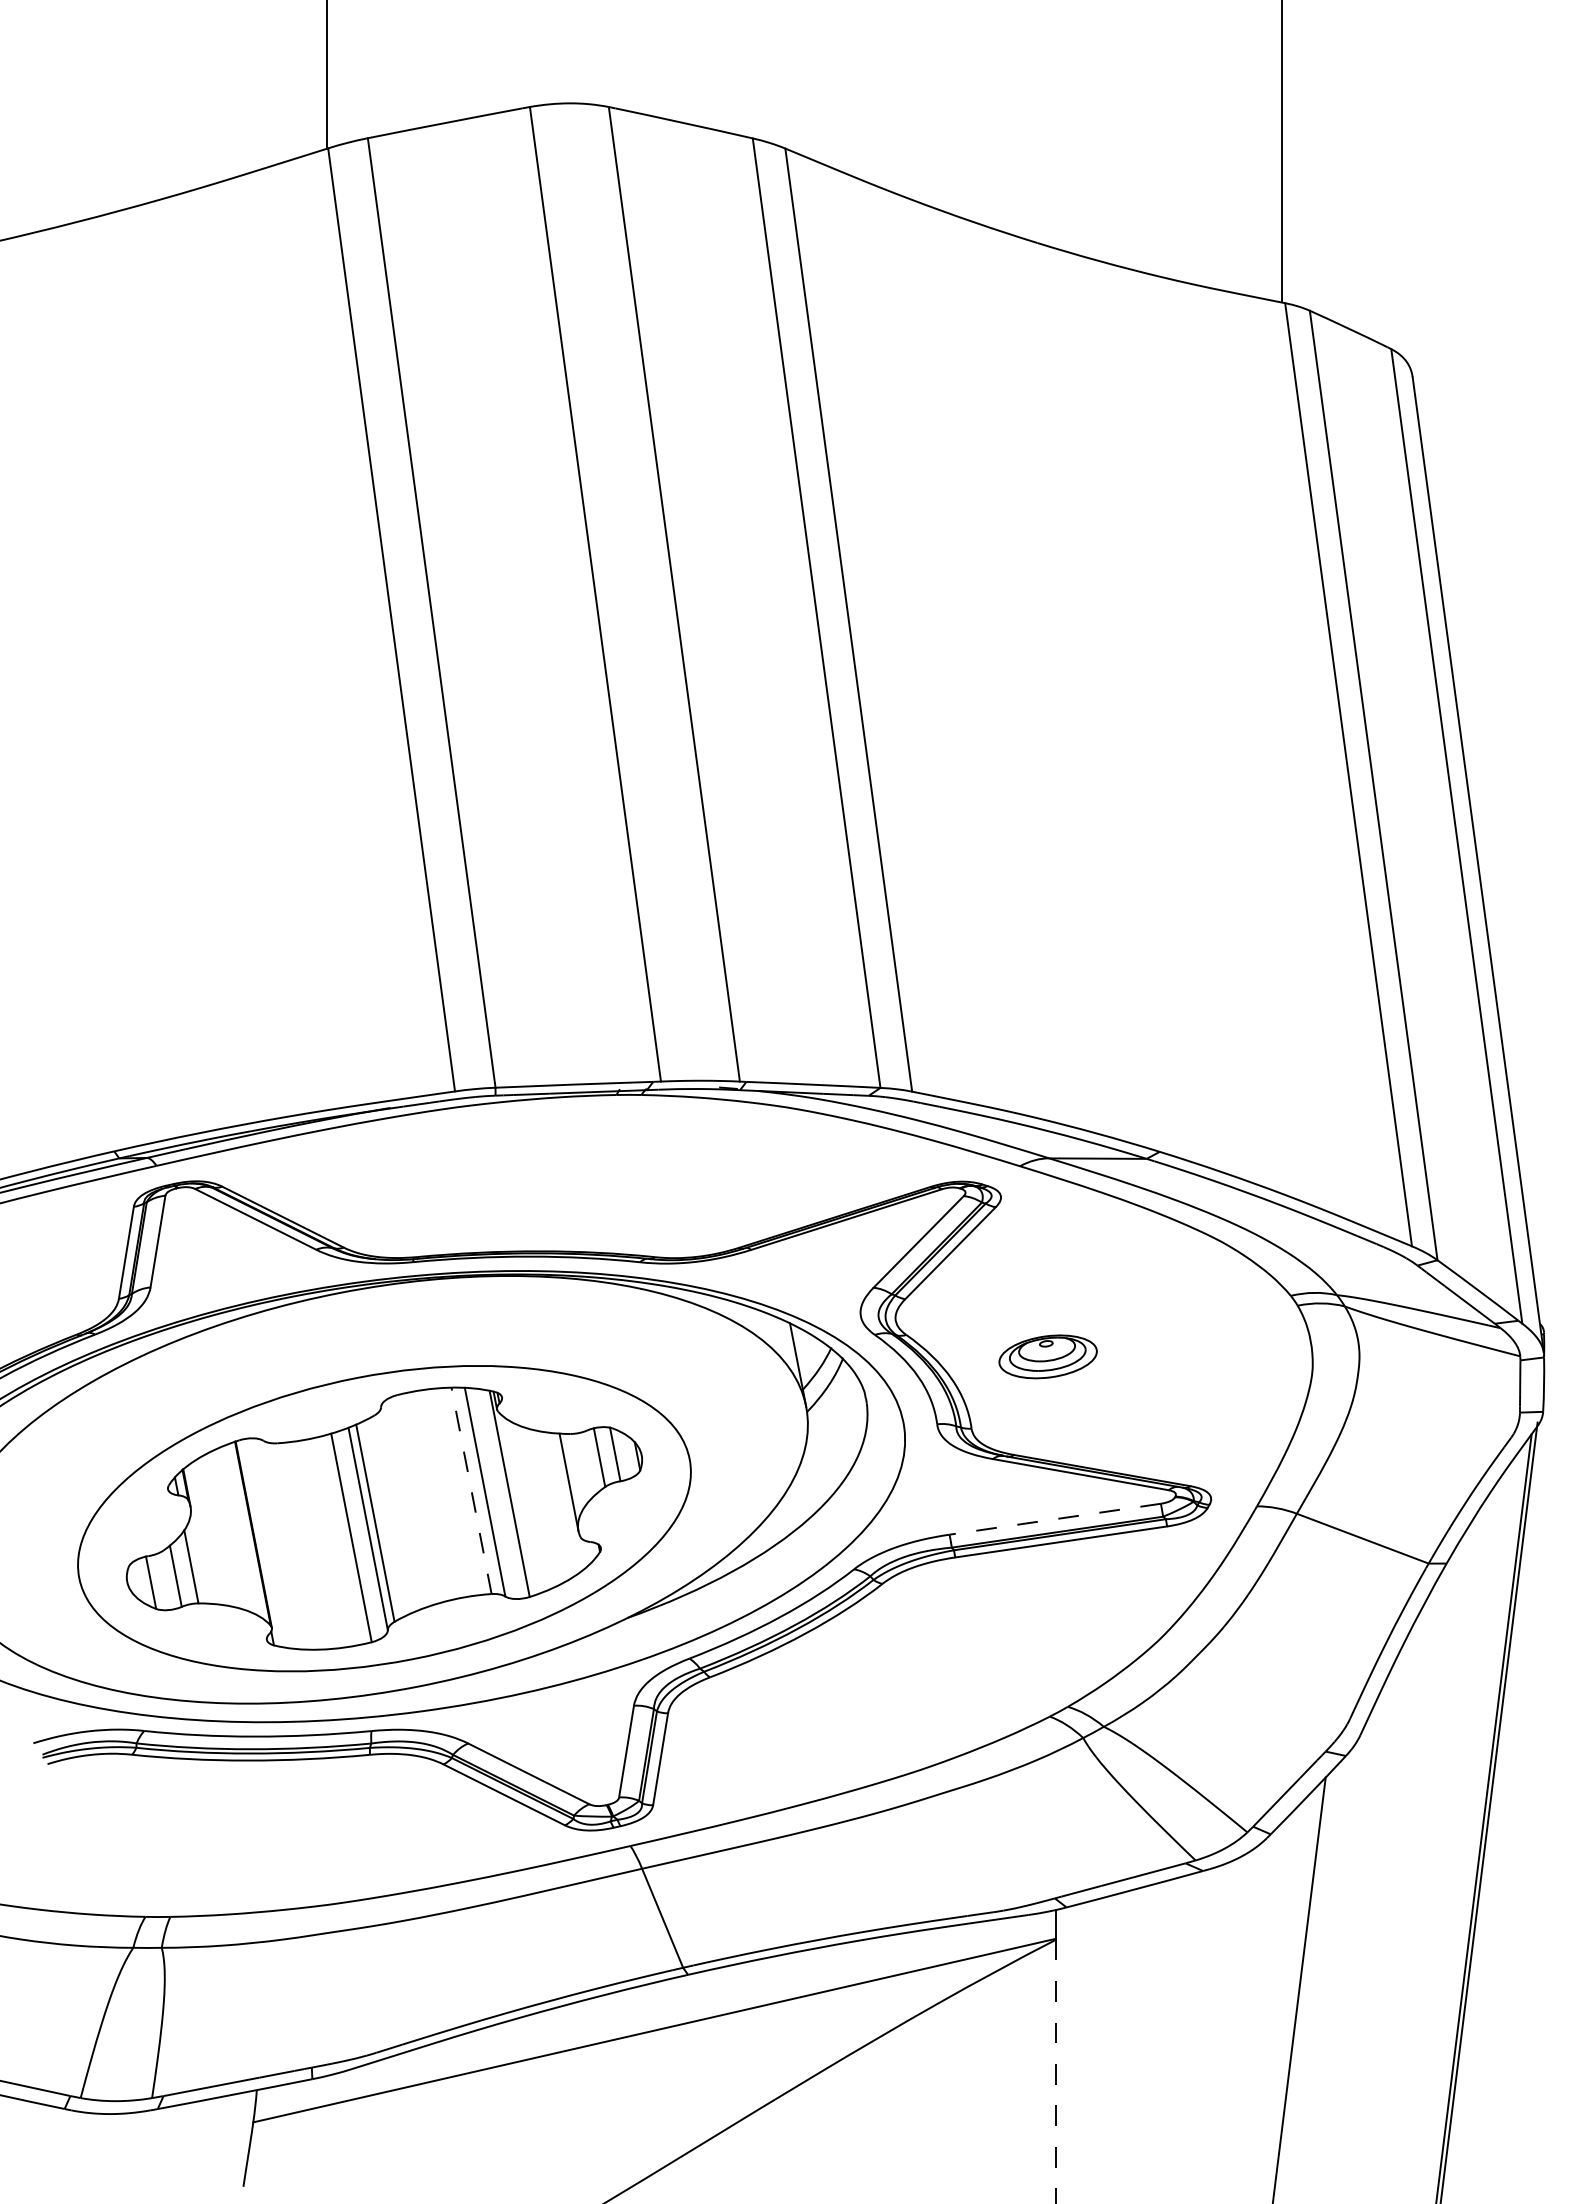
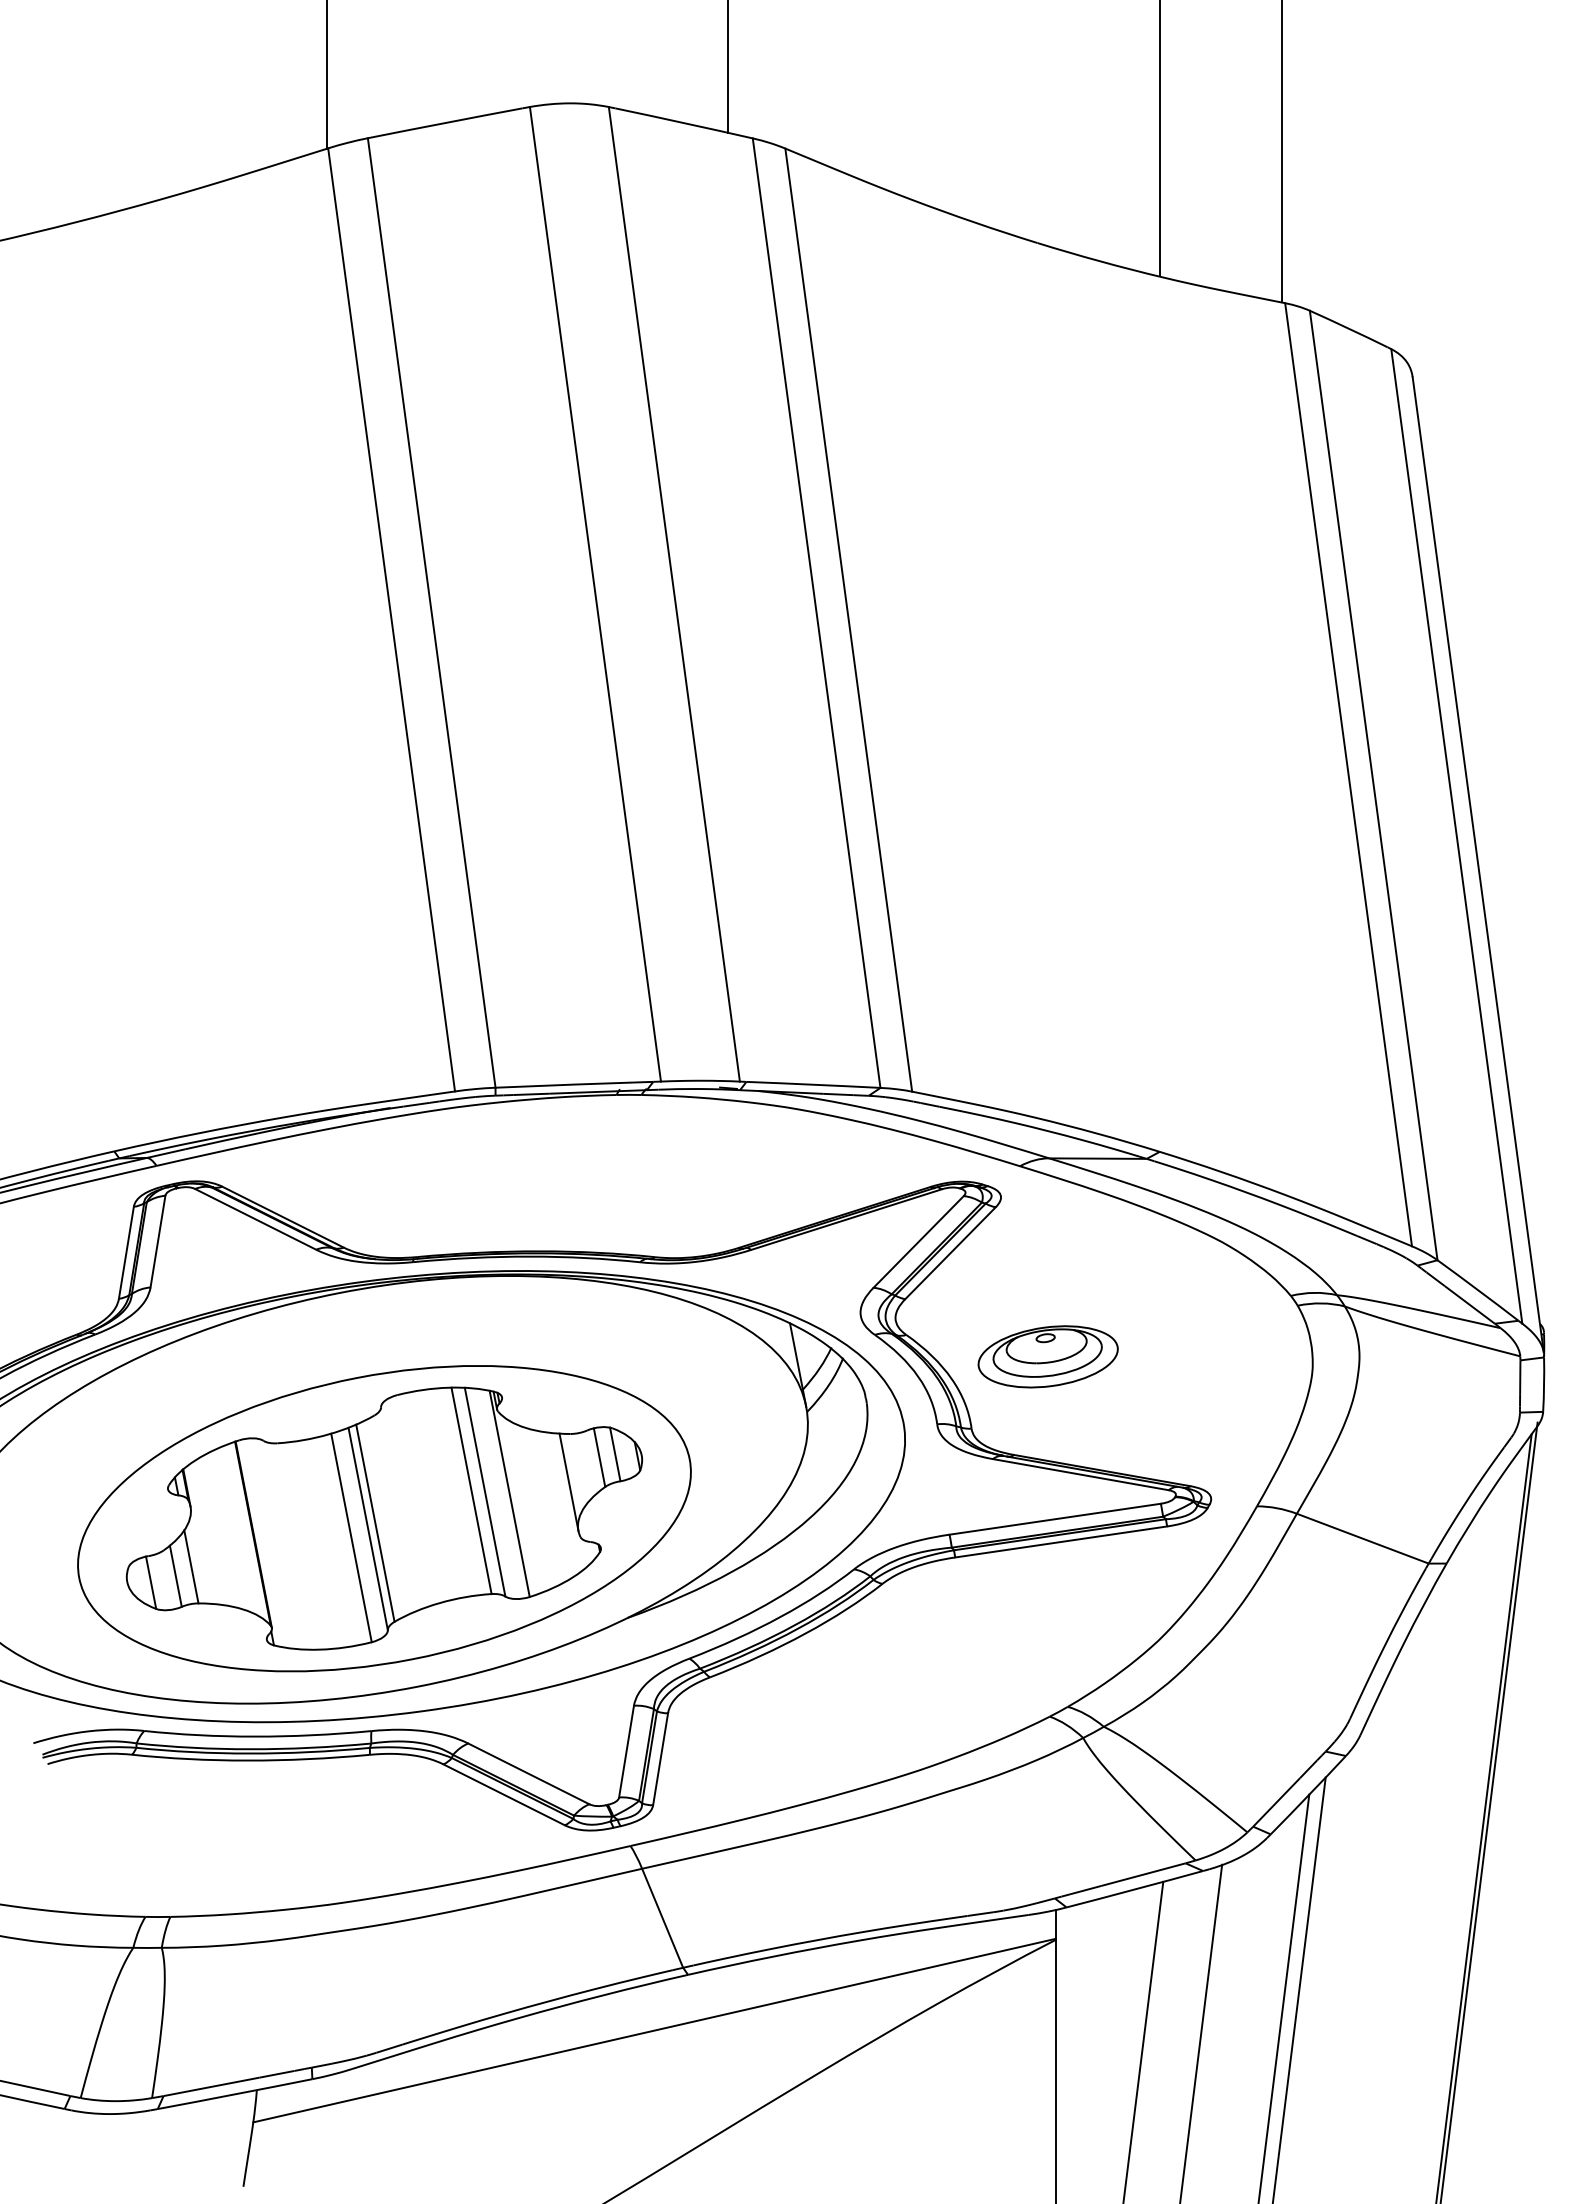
line at (727, 67): none -> present
line at (1160, 139): none -> present
part at (1047, 1356) size: 100x46 px -> 142x64 px
line at (471, 1490): dashed -> solid
line at (1055, 1519): dashed -> solid
line at (1283, 1997): none -> present
line at (1201, 2032): none -> present
line at (1143, 2040): none -> present
line at (1055, 2071): dashed -> solid
